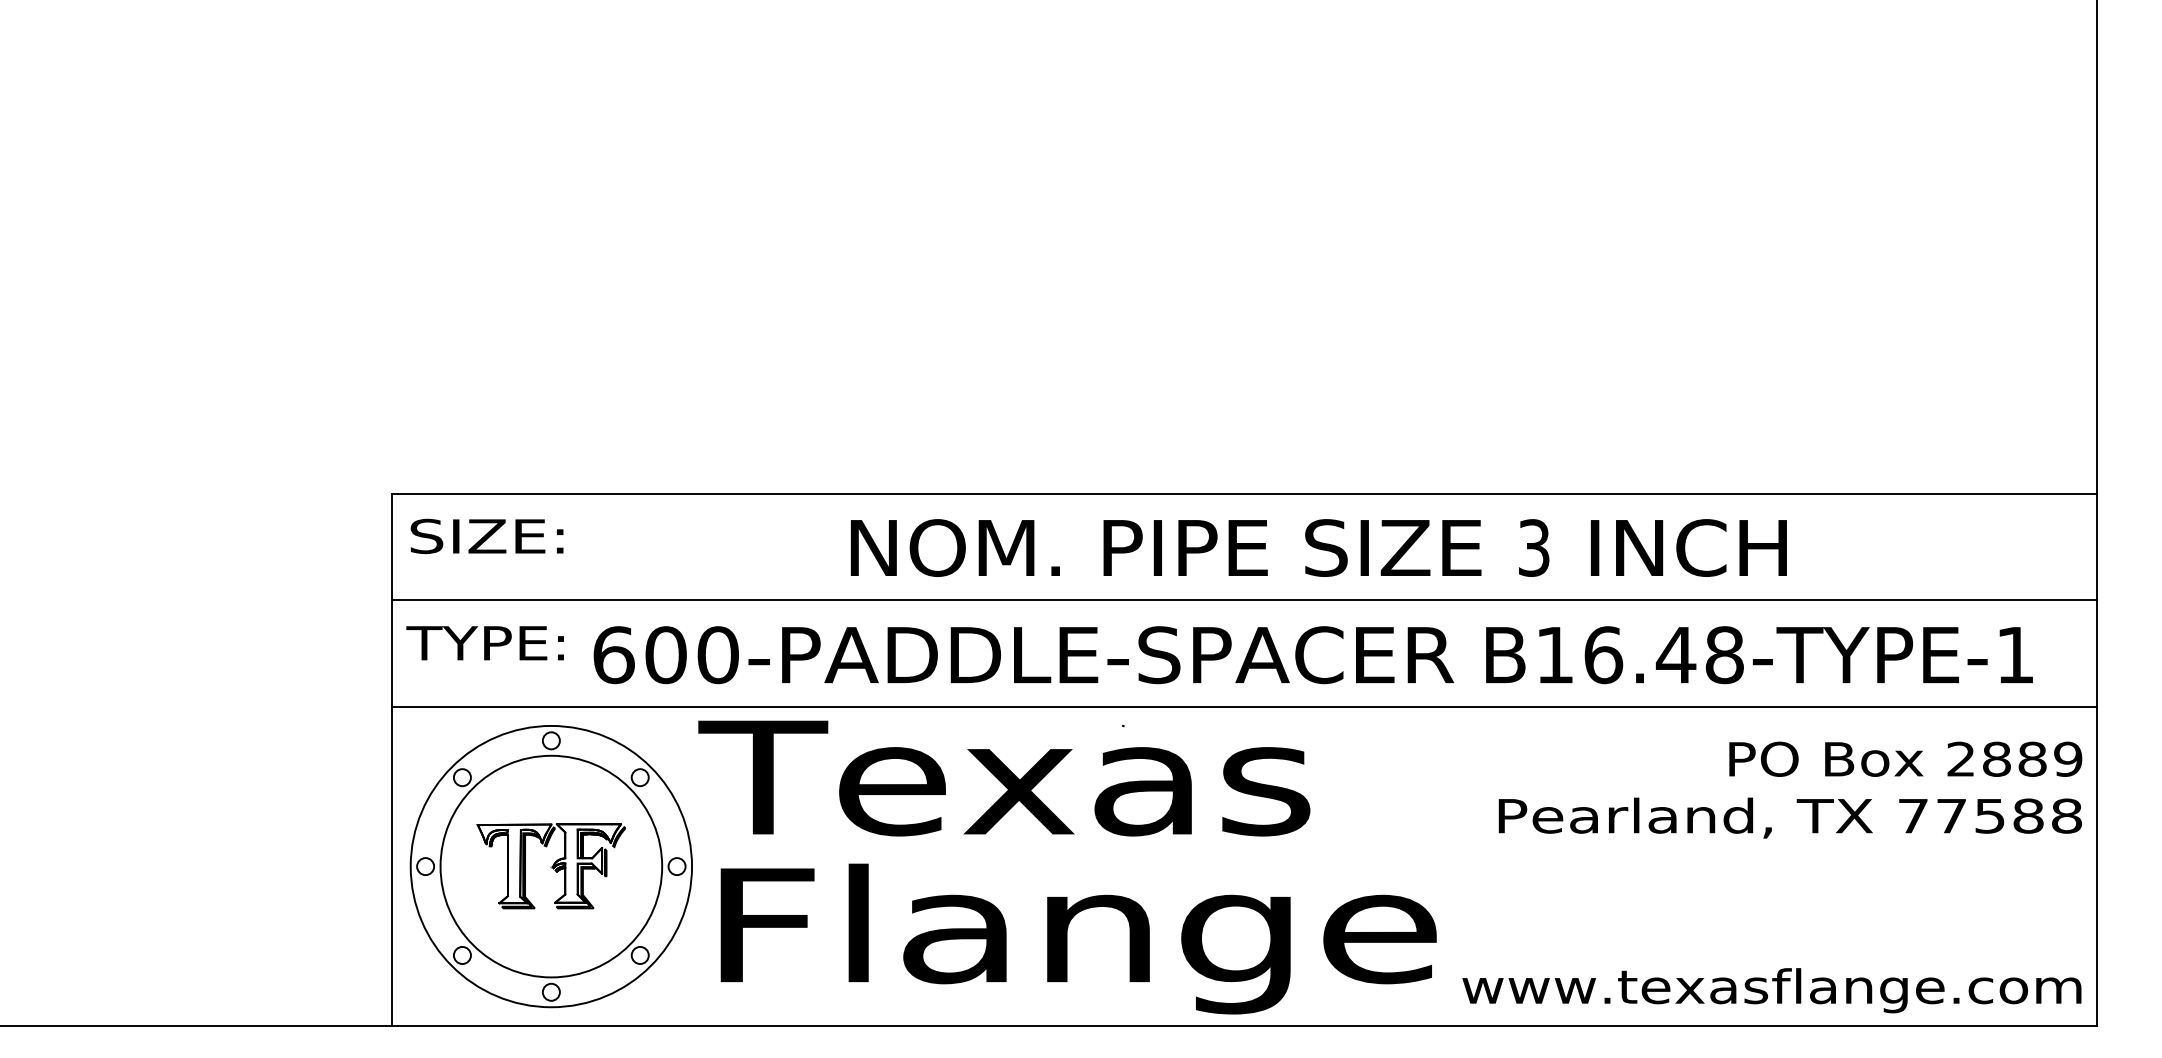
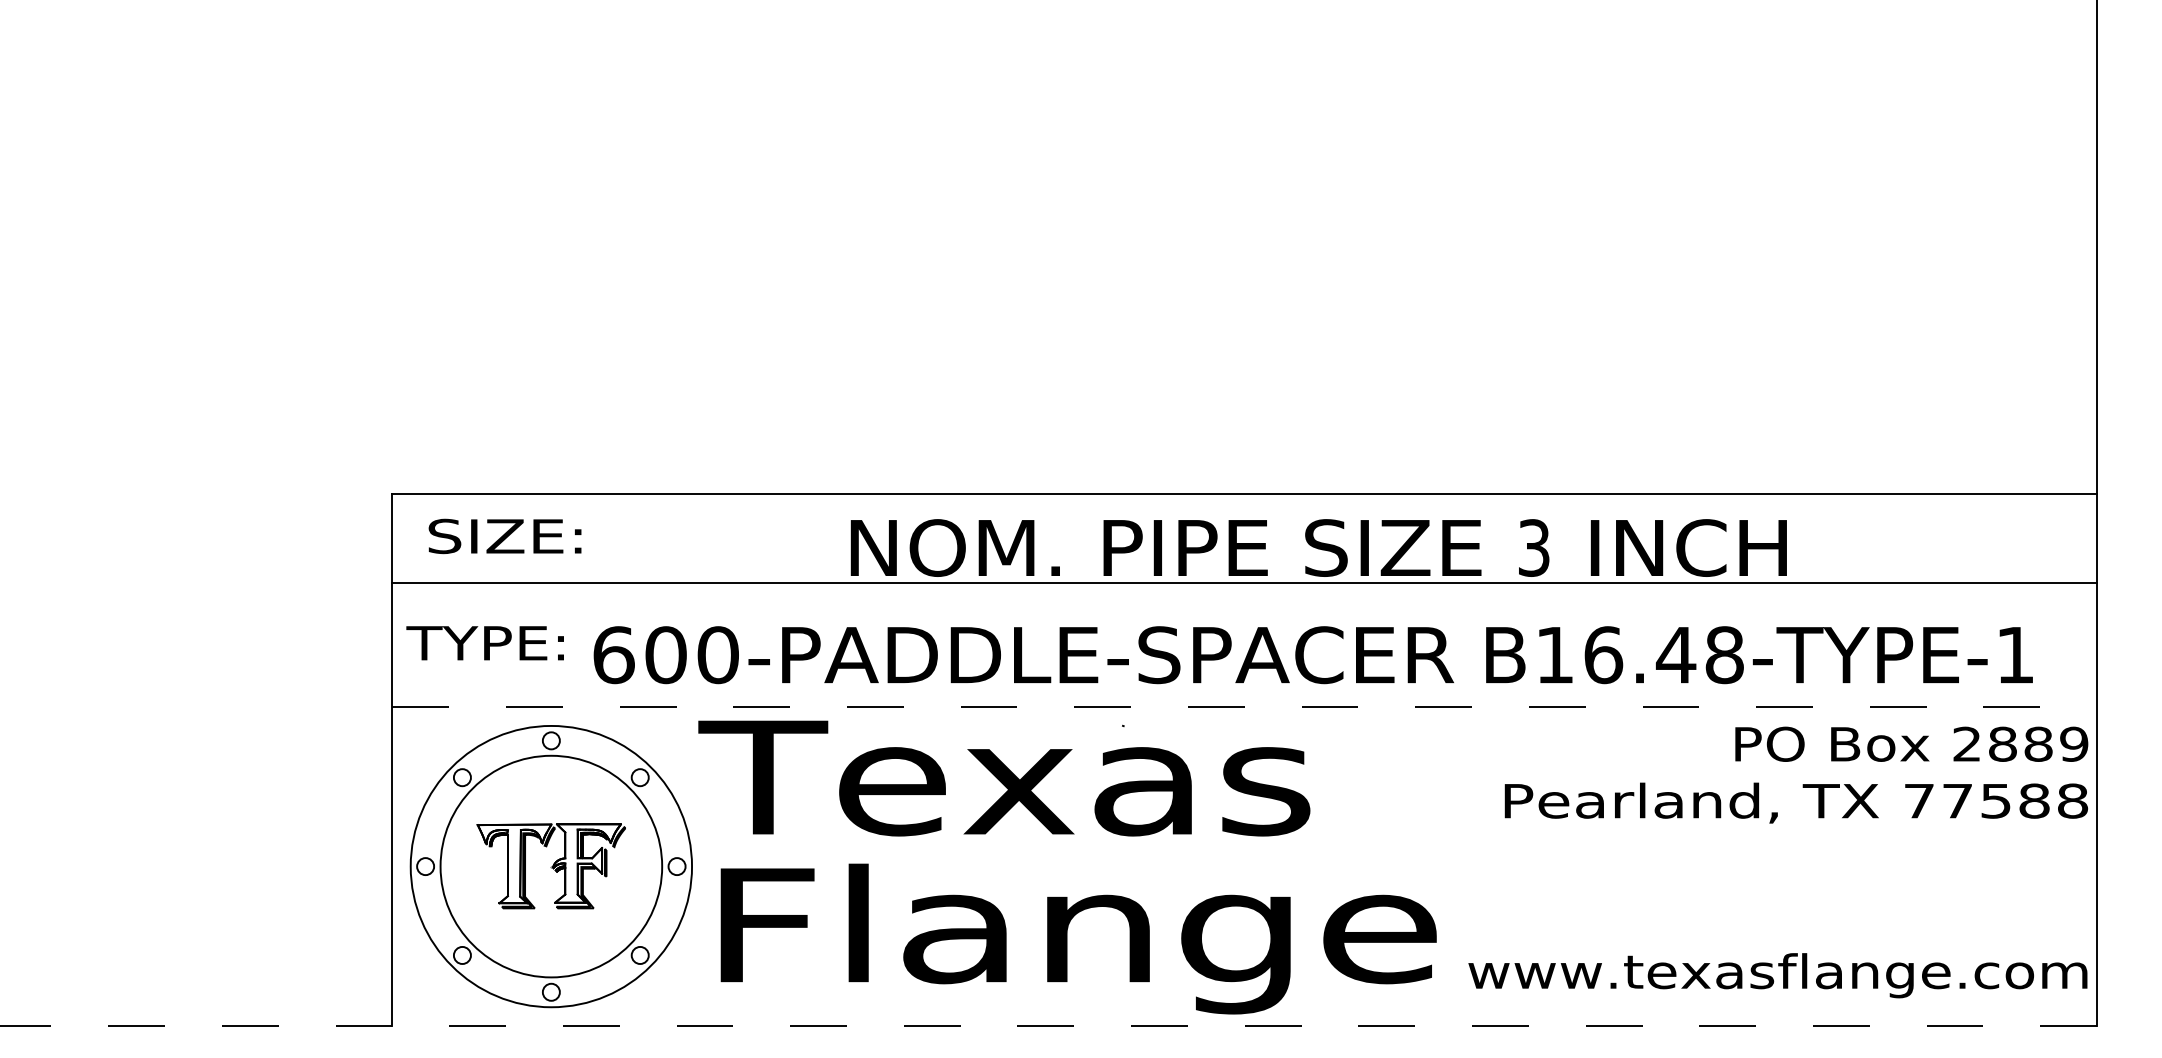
text at (486, 536) position: (486, 536) -> (504, 536)
line at (1244, 600) position: (1244, 600) -> (1244, 583)
line at (1245, 706): solid -> dashed
text at (1772, 877) position: (1772, 877) -> (1778, 862)
line at (1049, 1026): solid -> dashed
